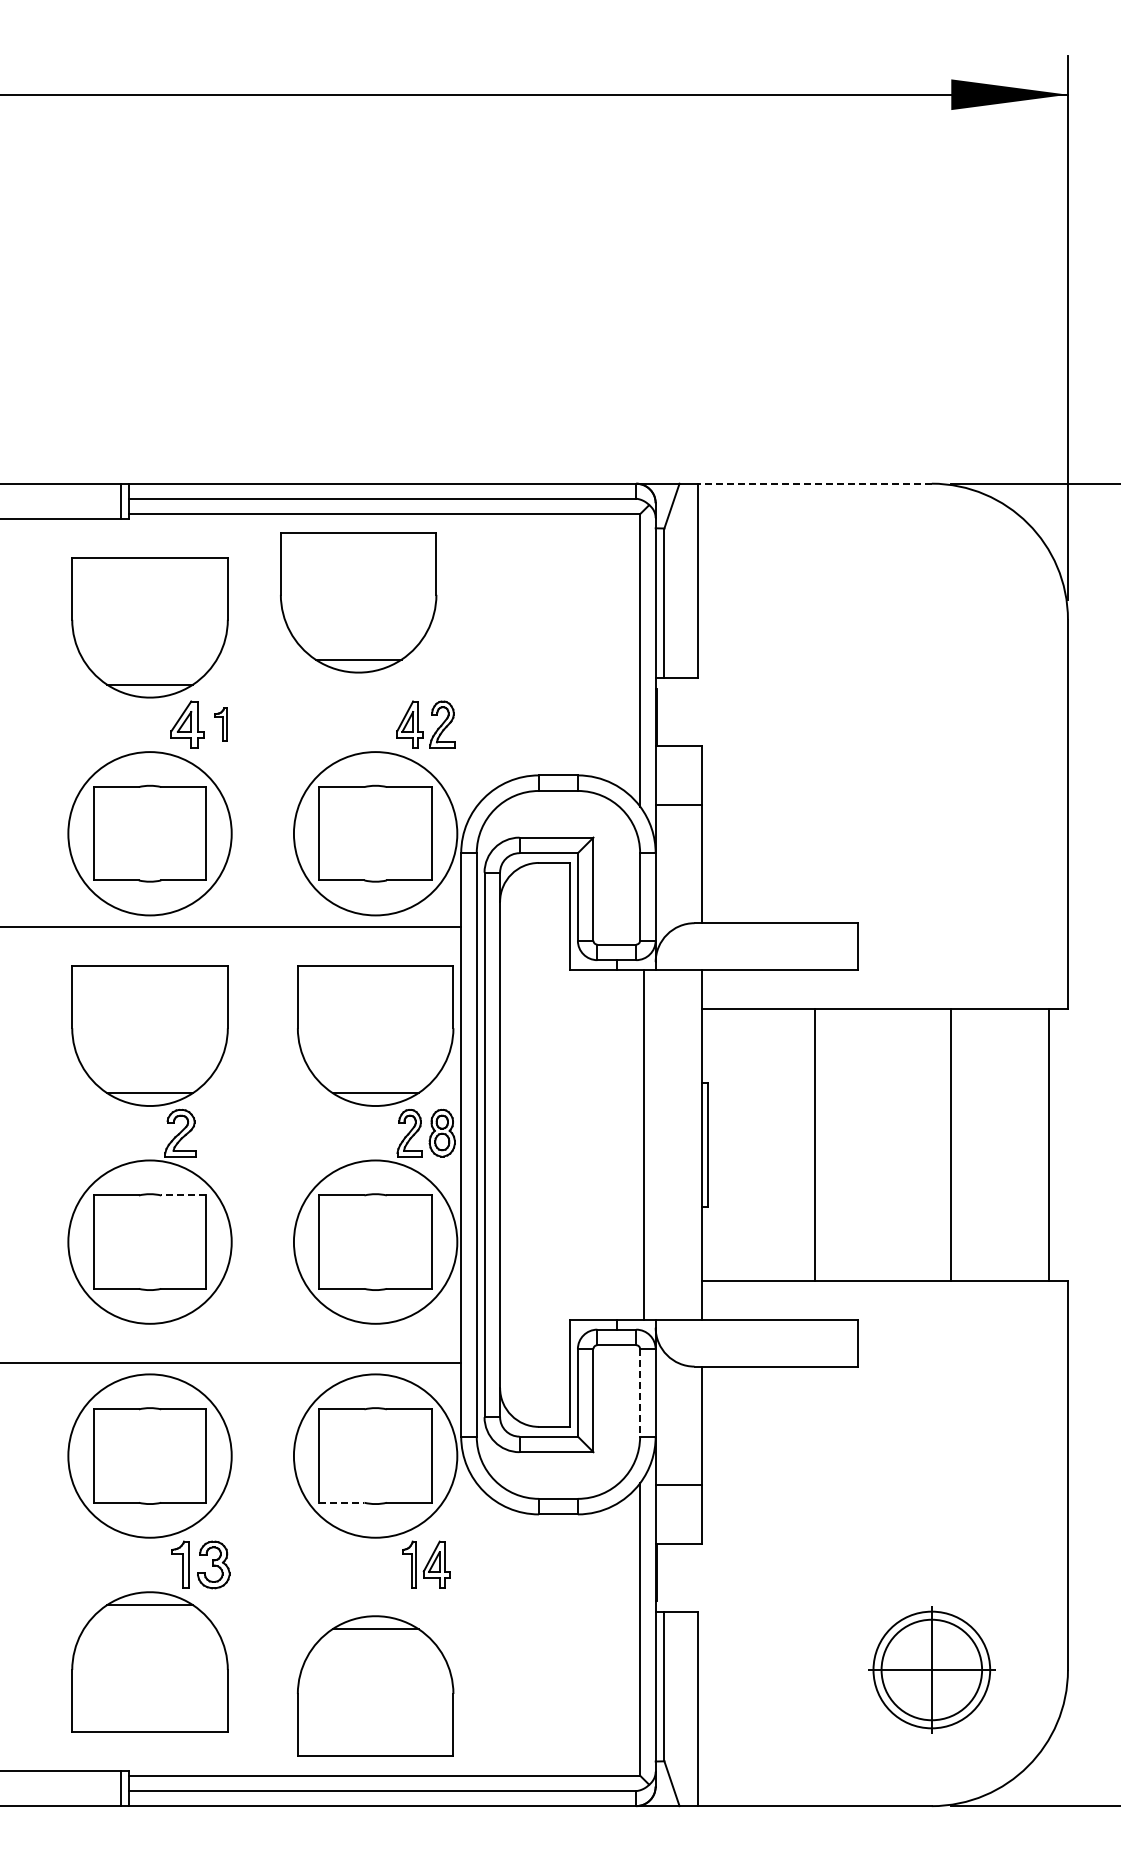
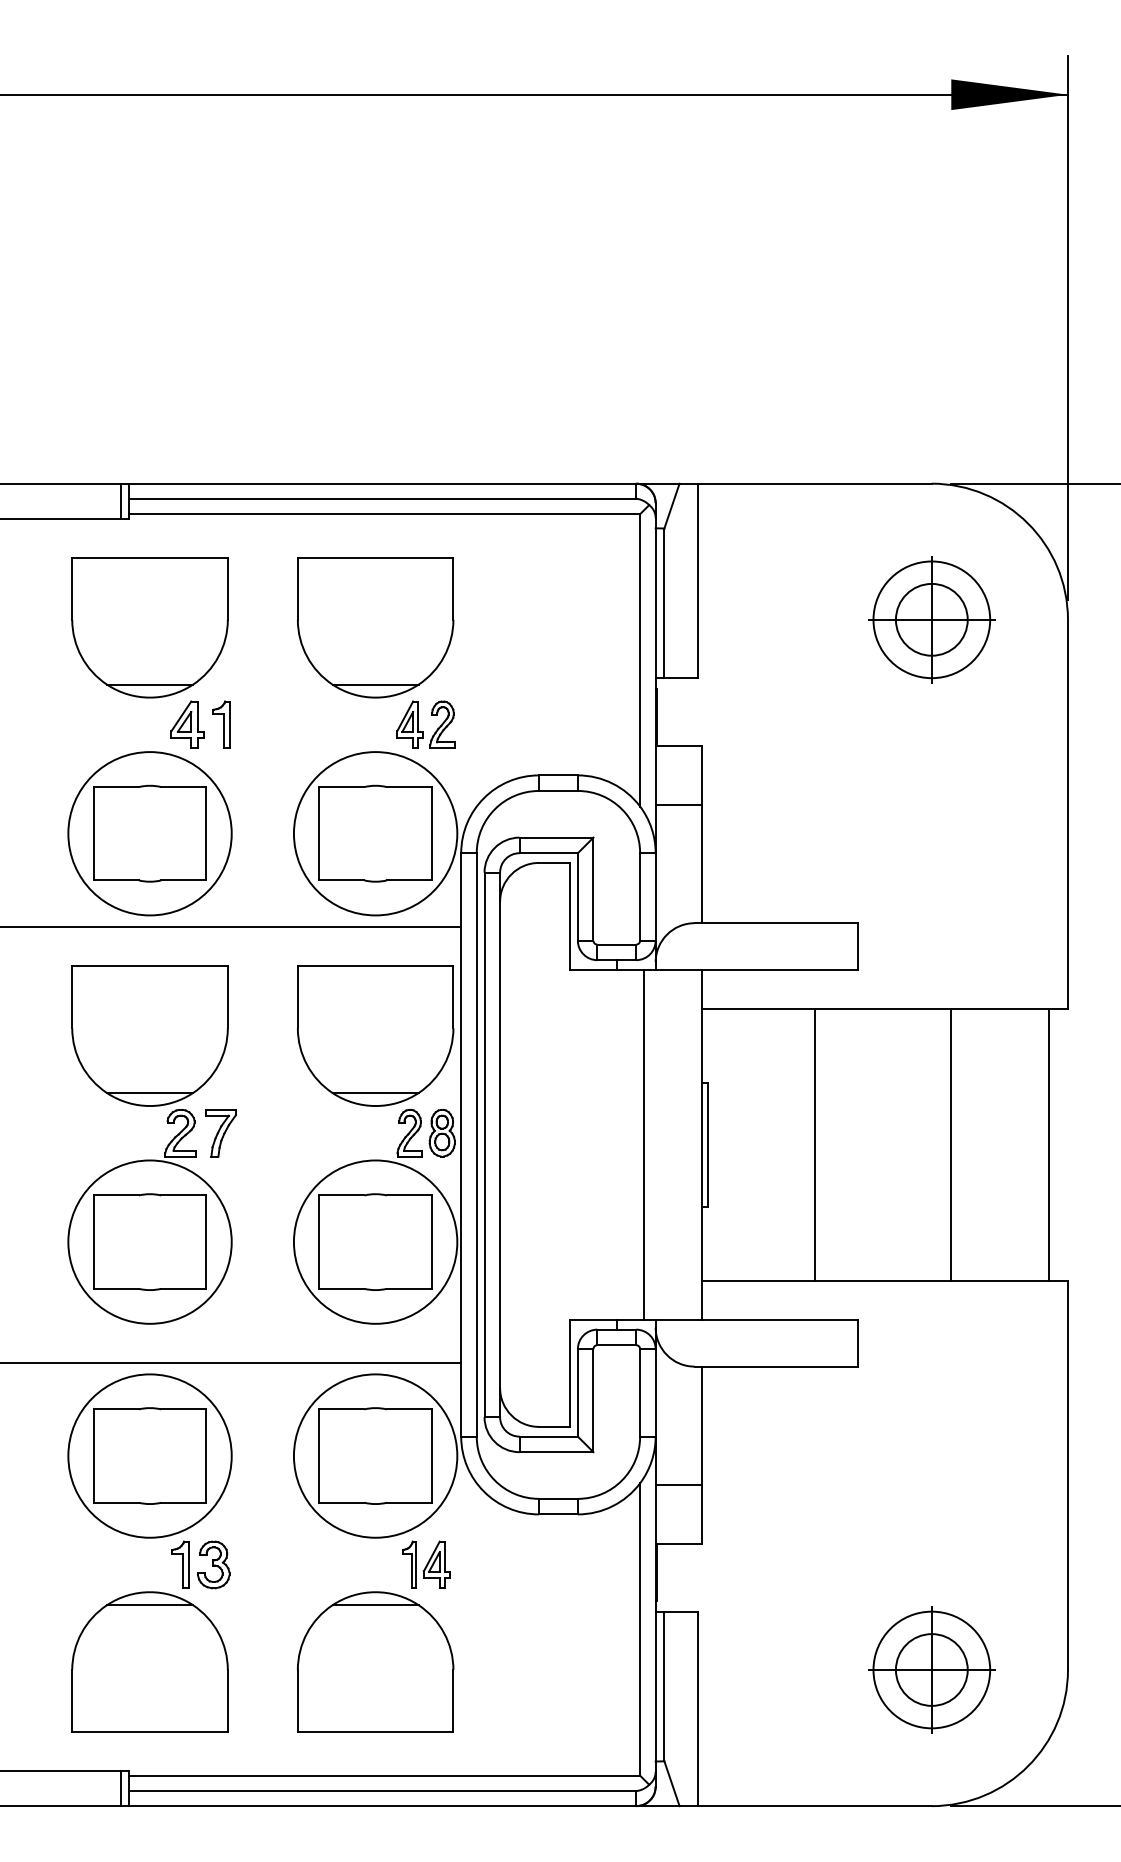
line at (815, 483): dashed -> solid
part at (358, 602) position: (358, 602) -> (375, 627)
part at (931, 619): none -> present
part at (220, 724) size: 14x35 px -> 19x49 px
part at (220, 1133): none -> present
line at (183, 1195): dashed -> solid
line at (640, 1392): dashed -> solid
line at (341, 1502): dashed -> solid
circle at (931, 1669) diameter: 101 px -> 72 px
part at (375, 1685) position: (375, 1685) -> (375, 1661)
